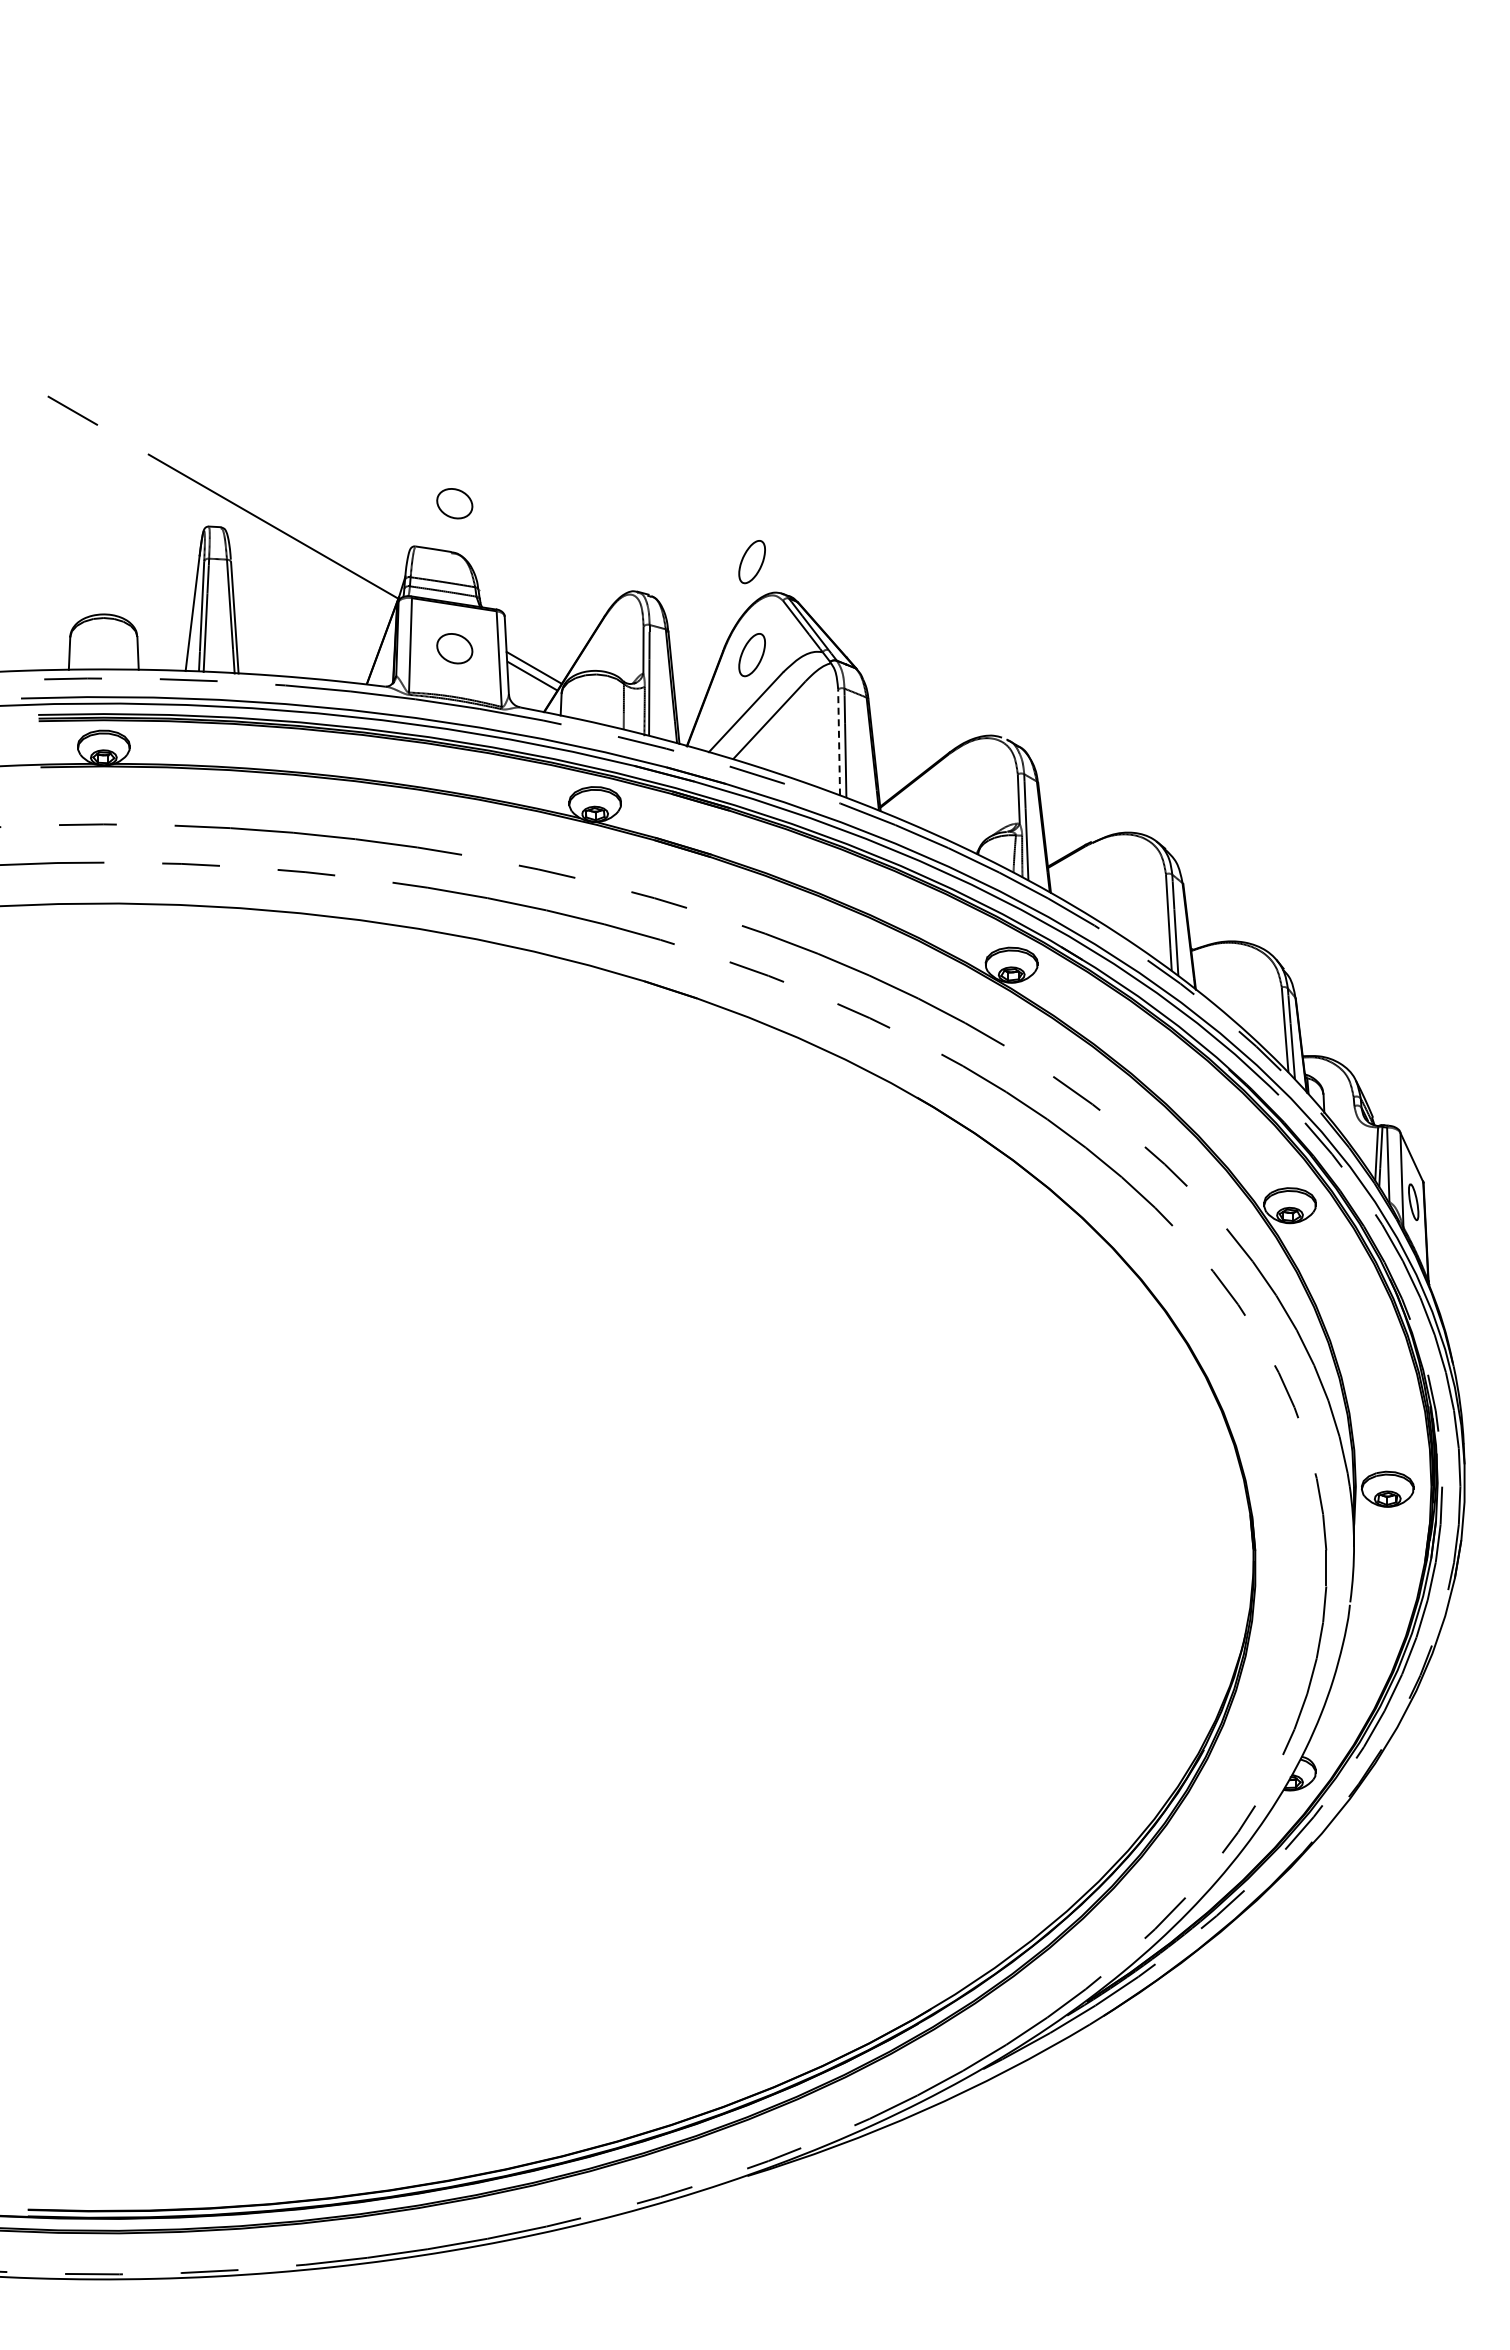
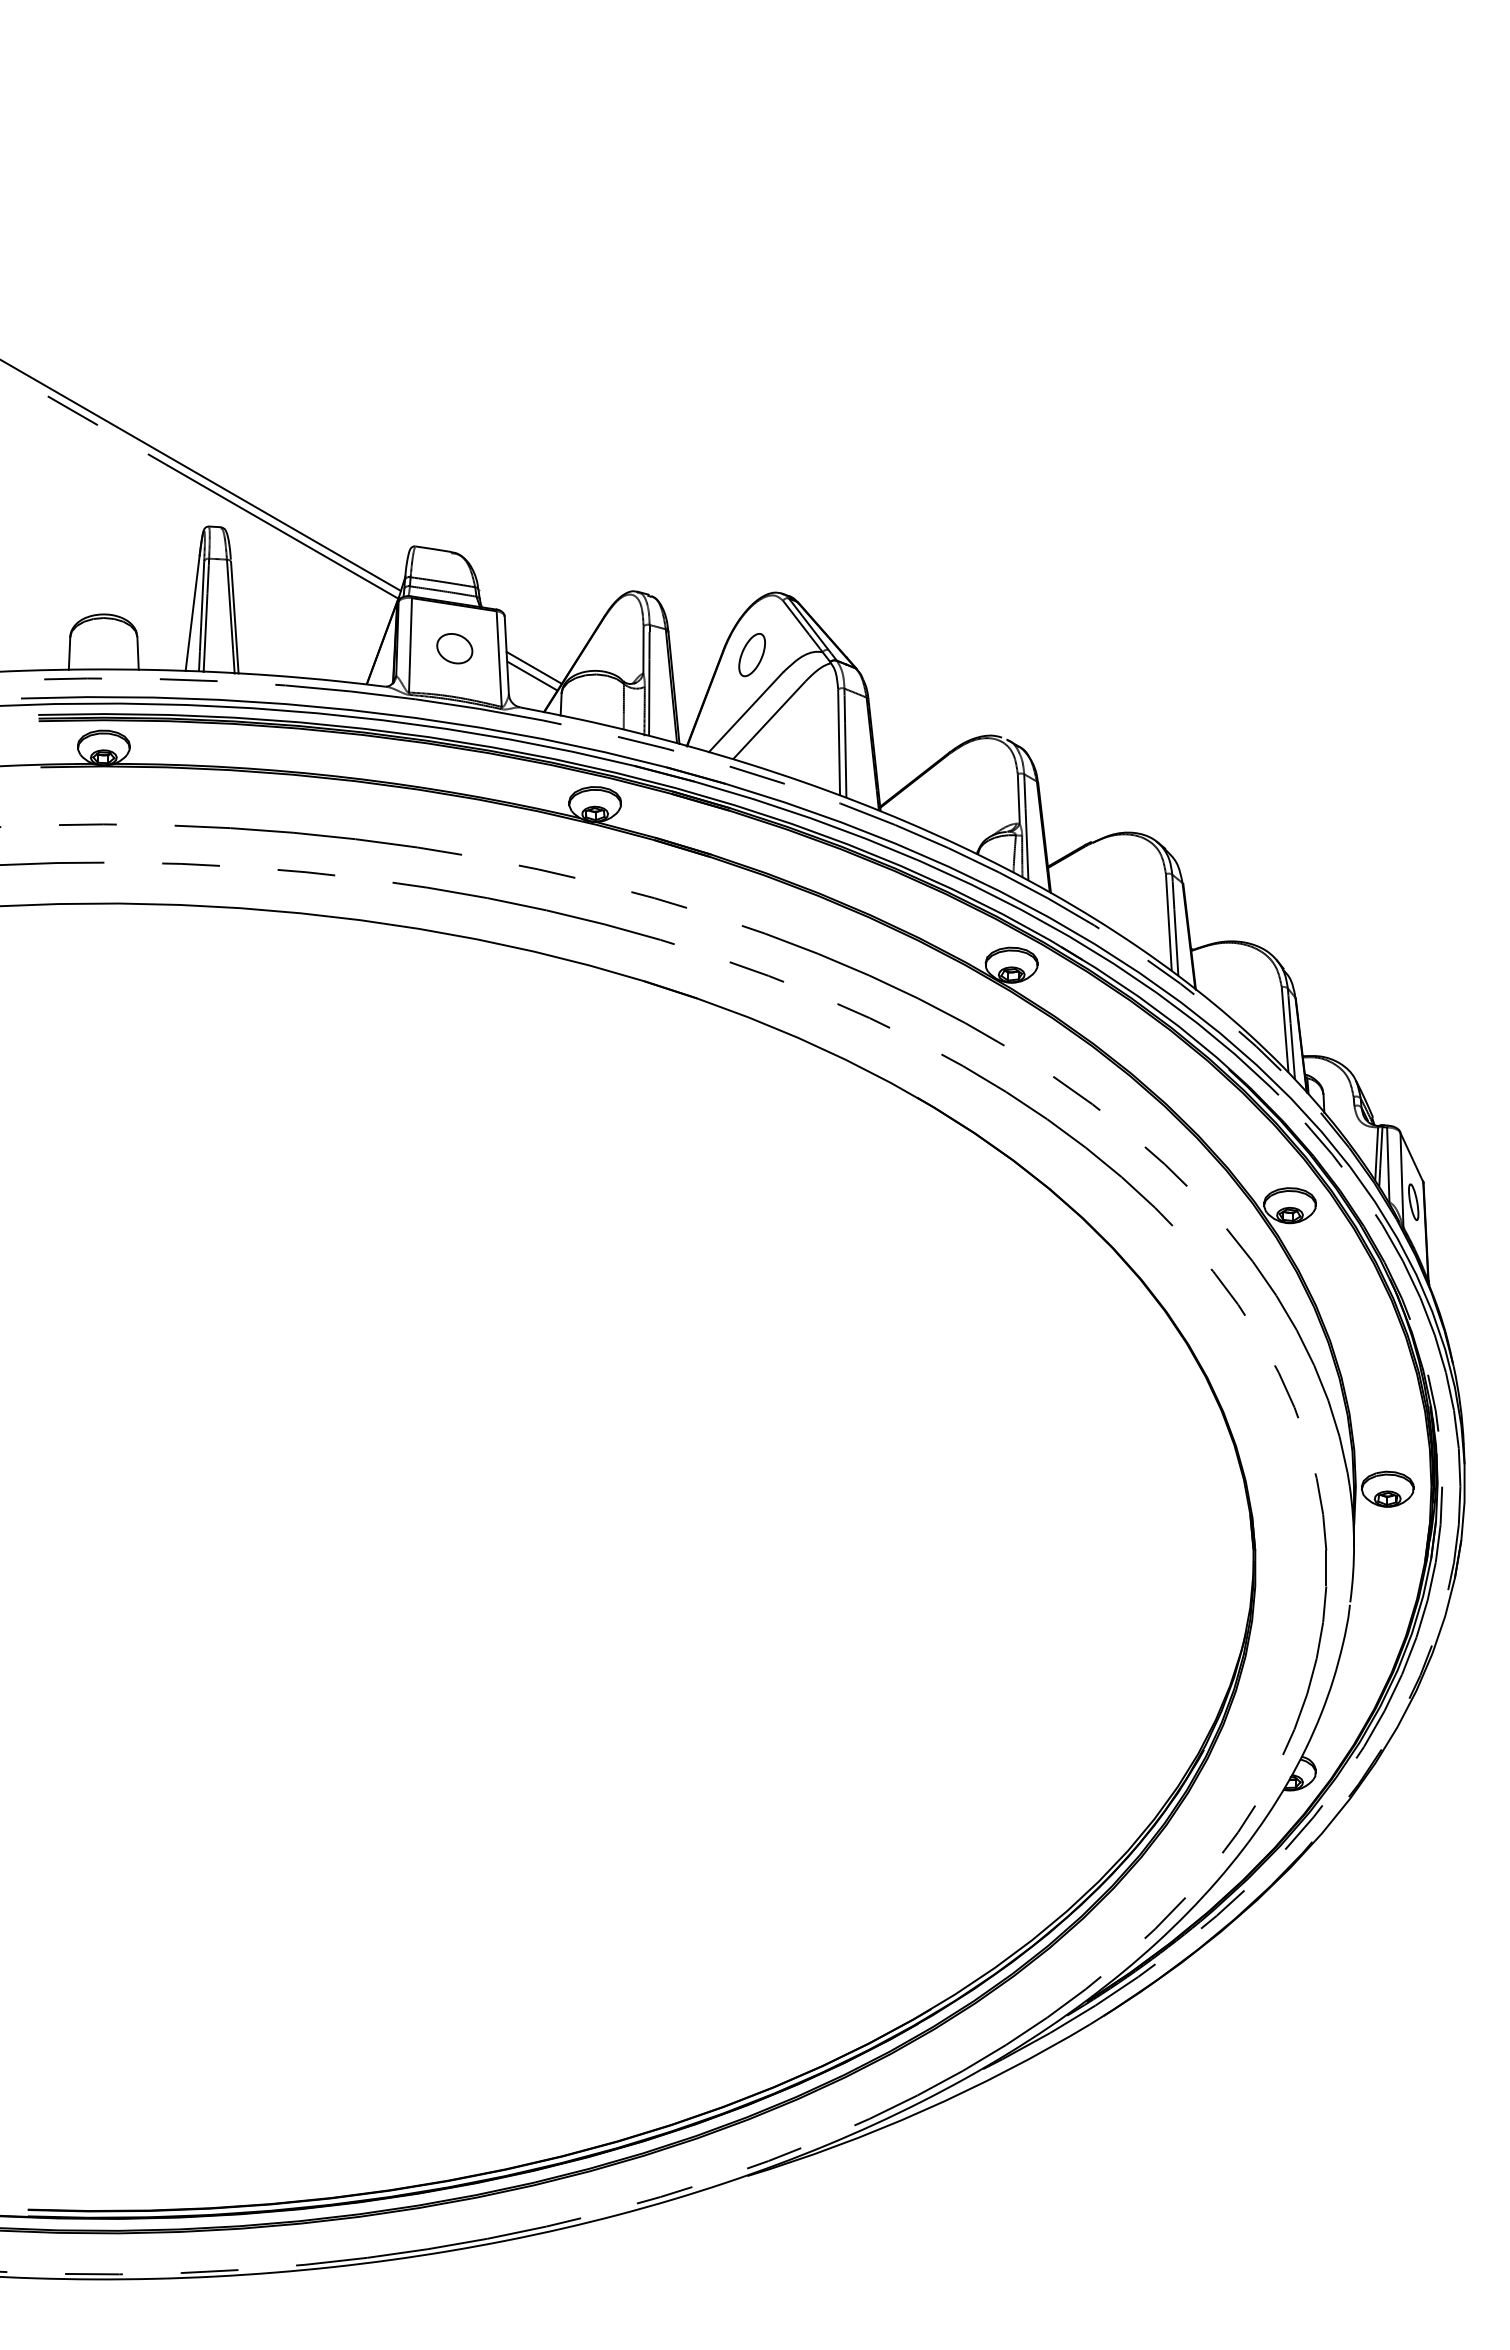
line at (201, 475): none -> present
part at (454, 503): present -> none
part at (751, 562): present -> none
line at (839, 742): dashed -> solid
